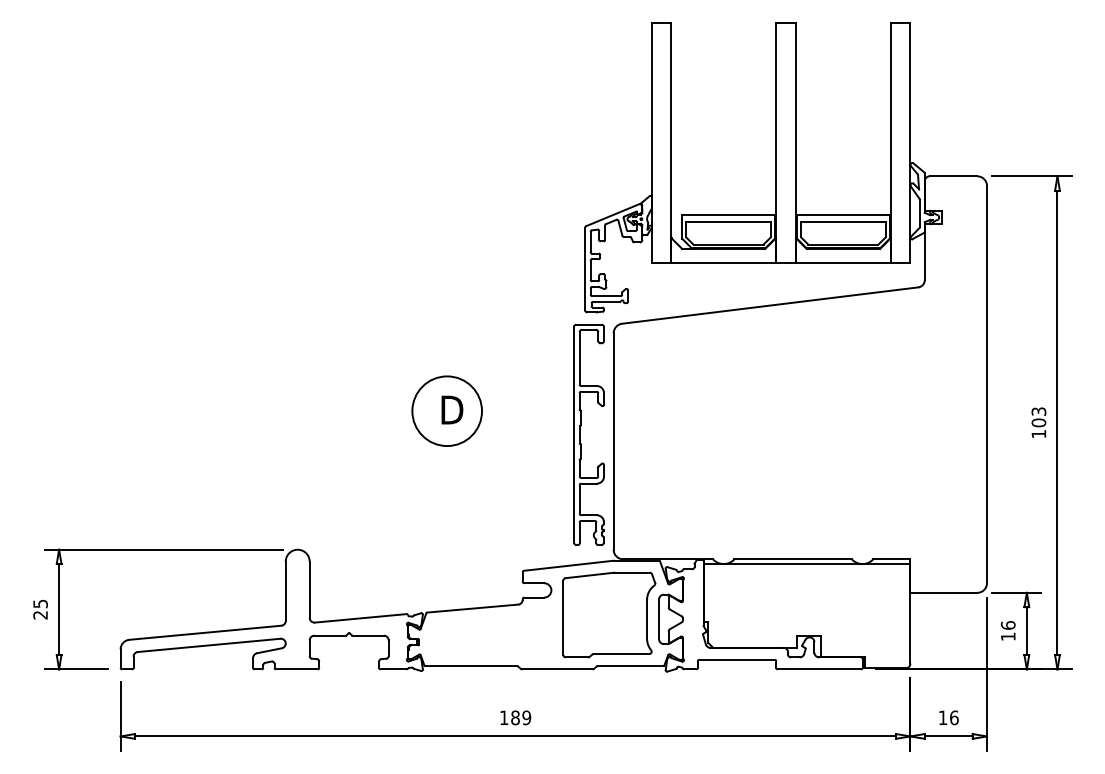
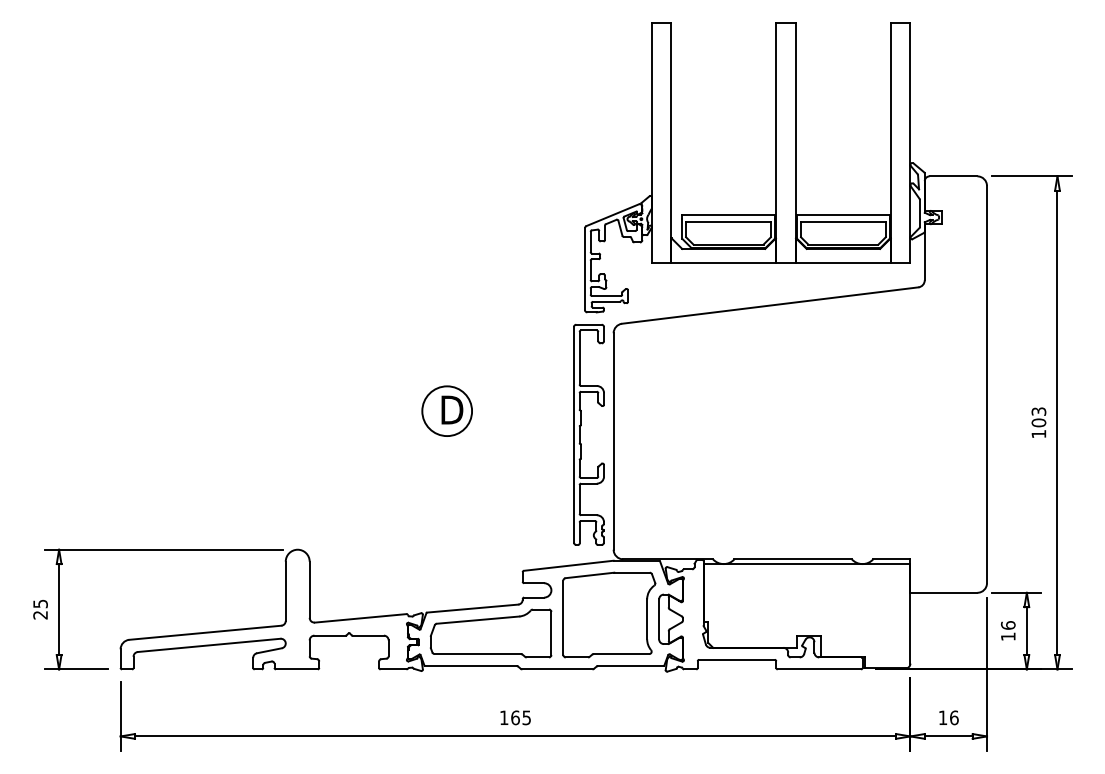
circle at (447, 411) diameter: 70 px -> 50 px
part at (490, 633): none -> present
text at (521, 717): 189 -> 165
